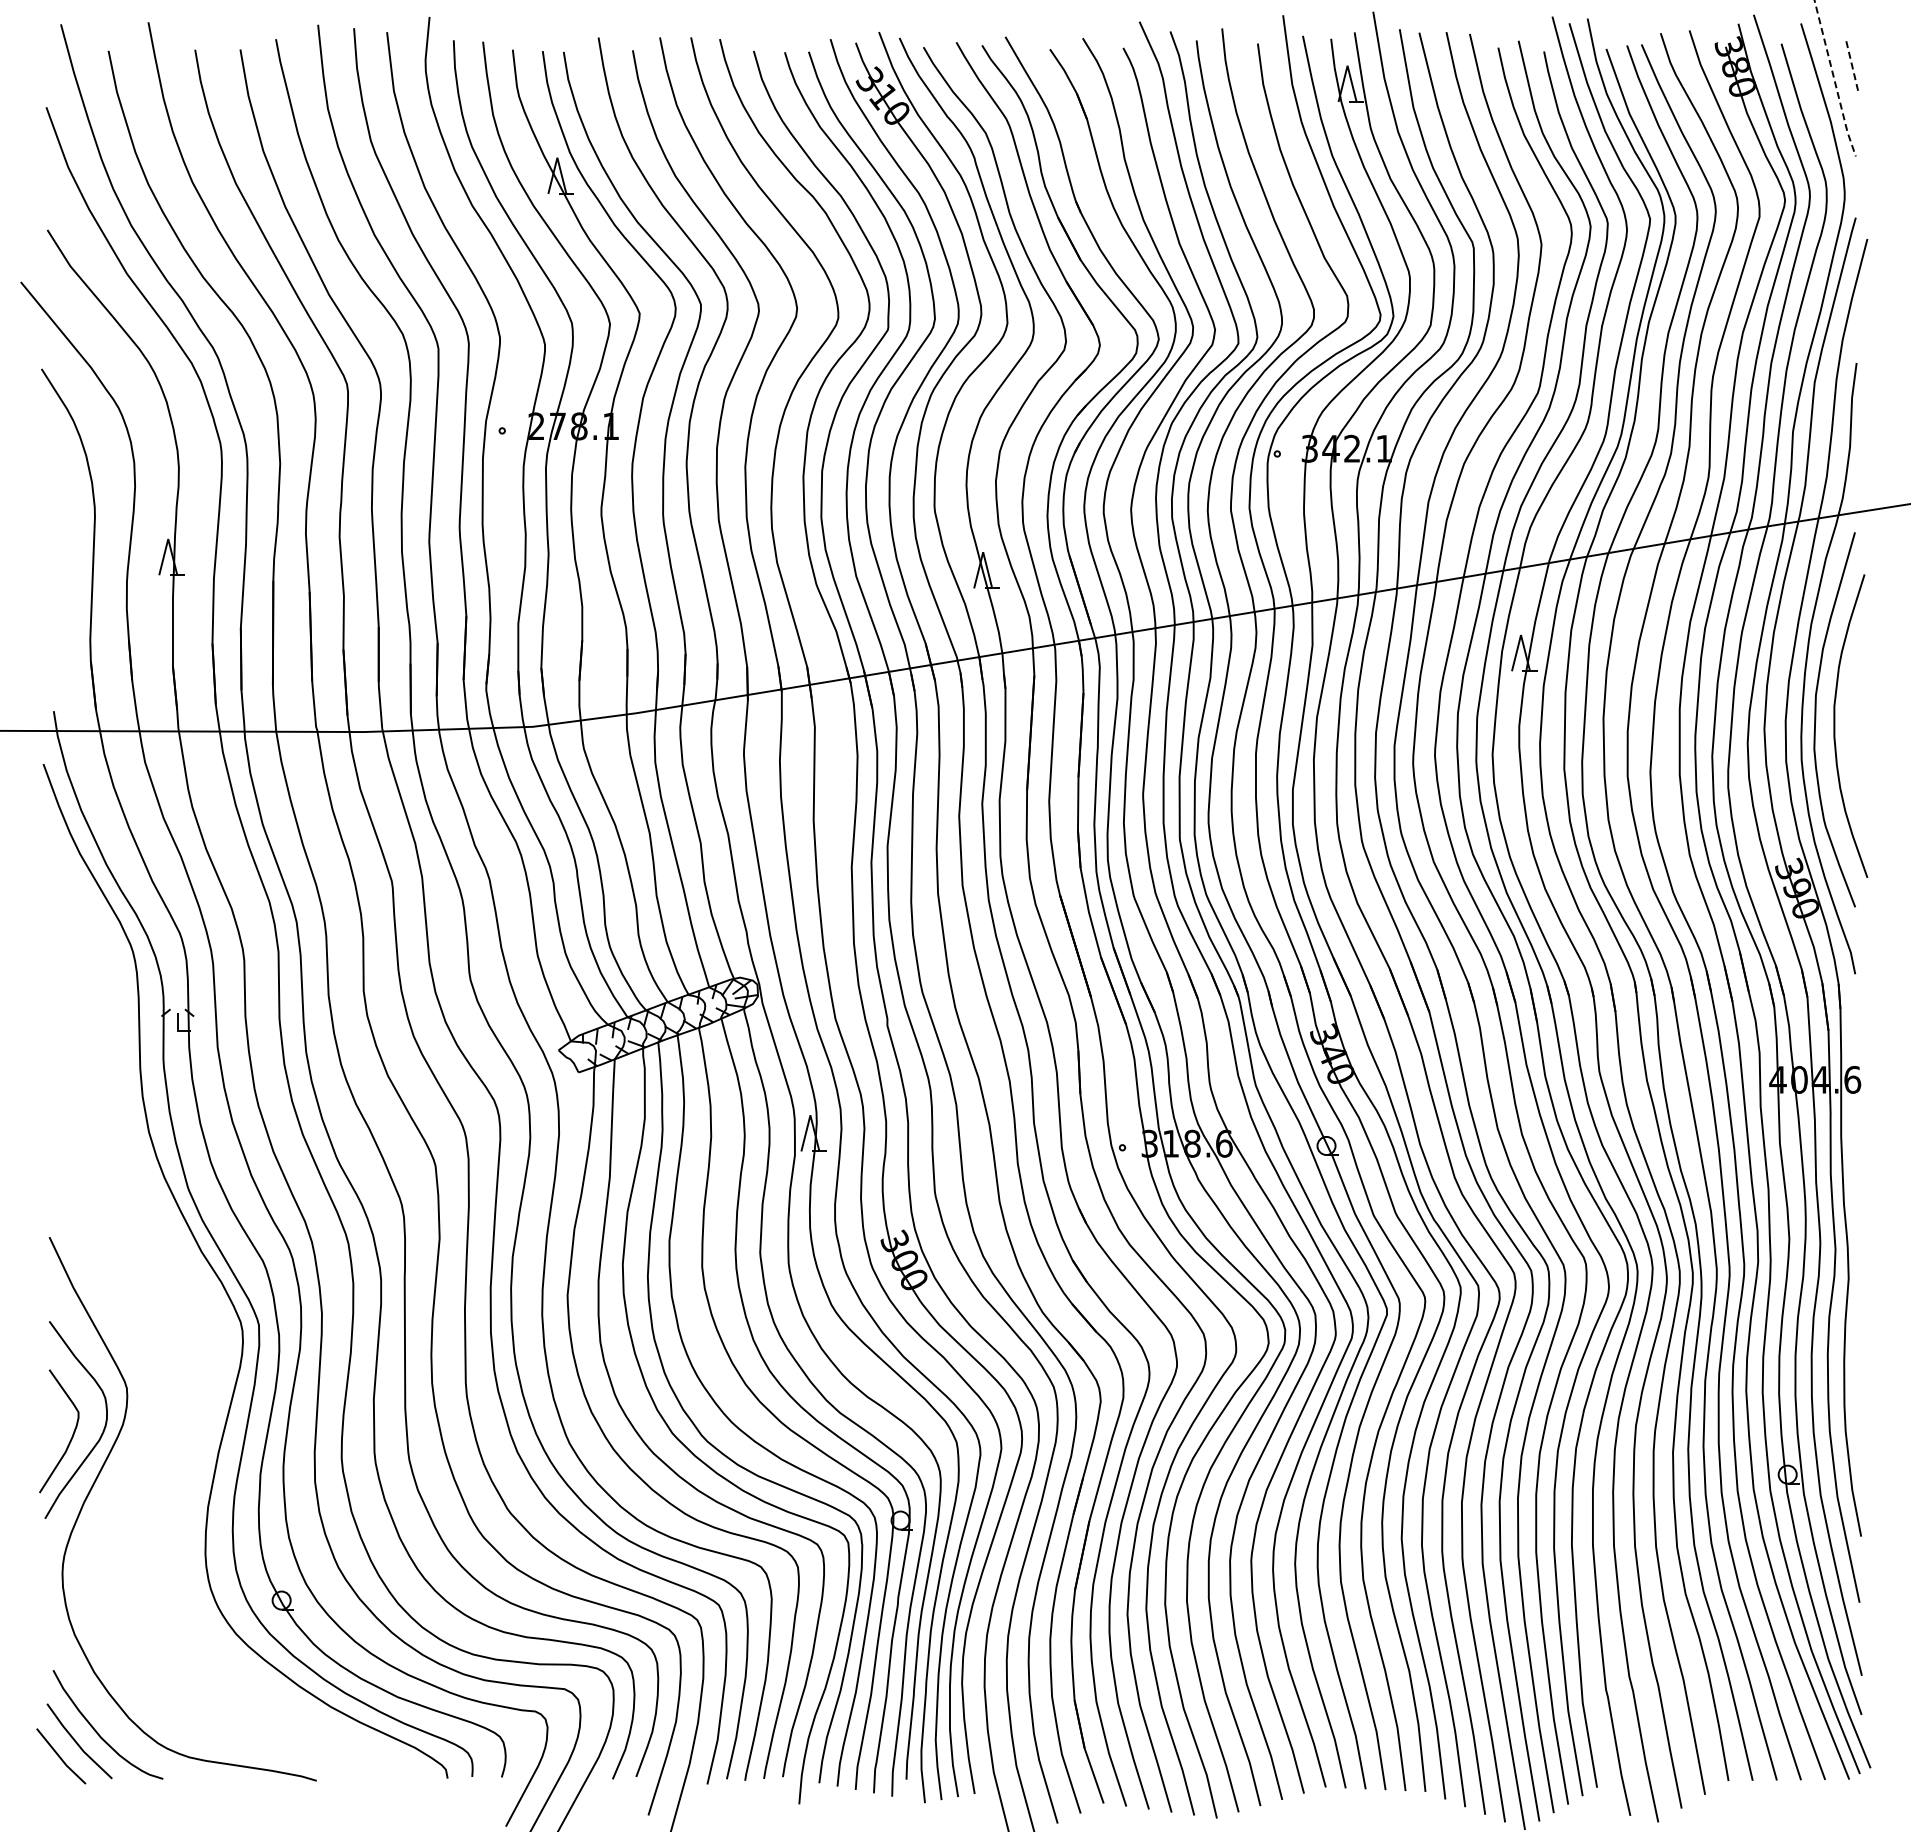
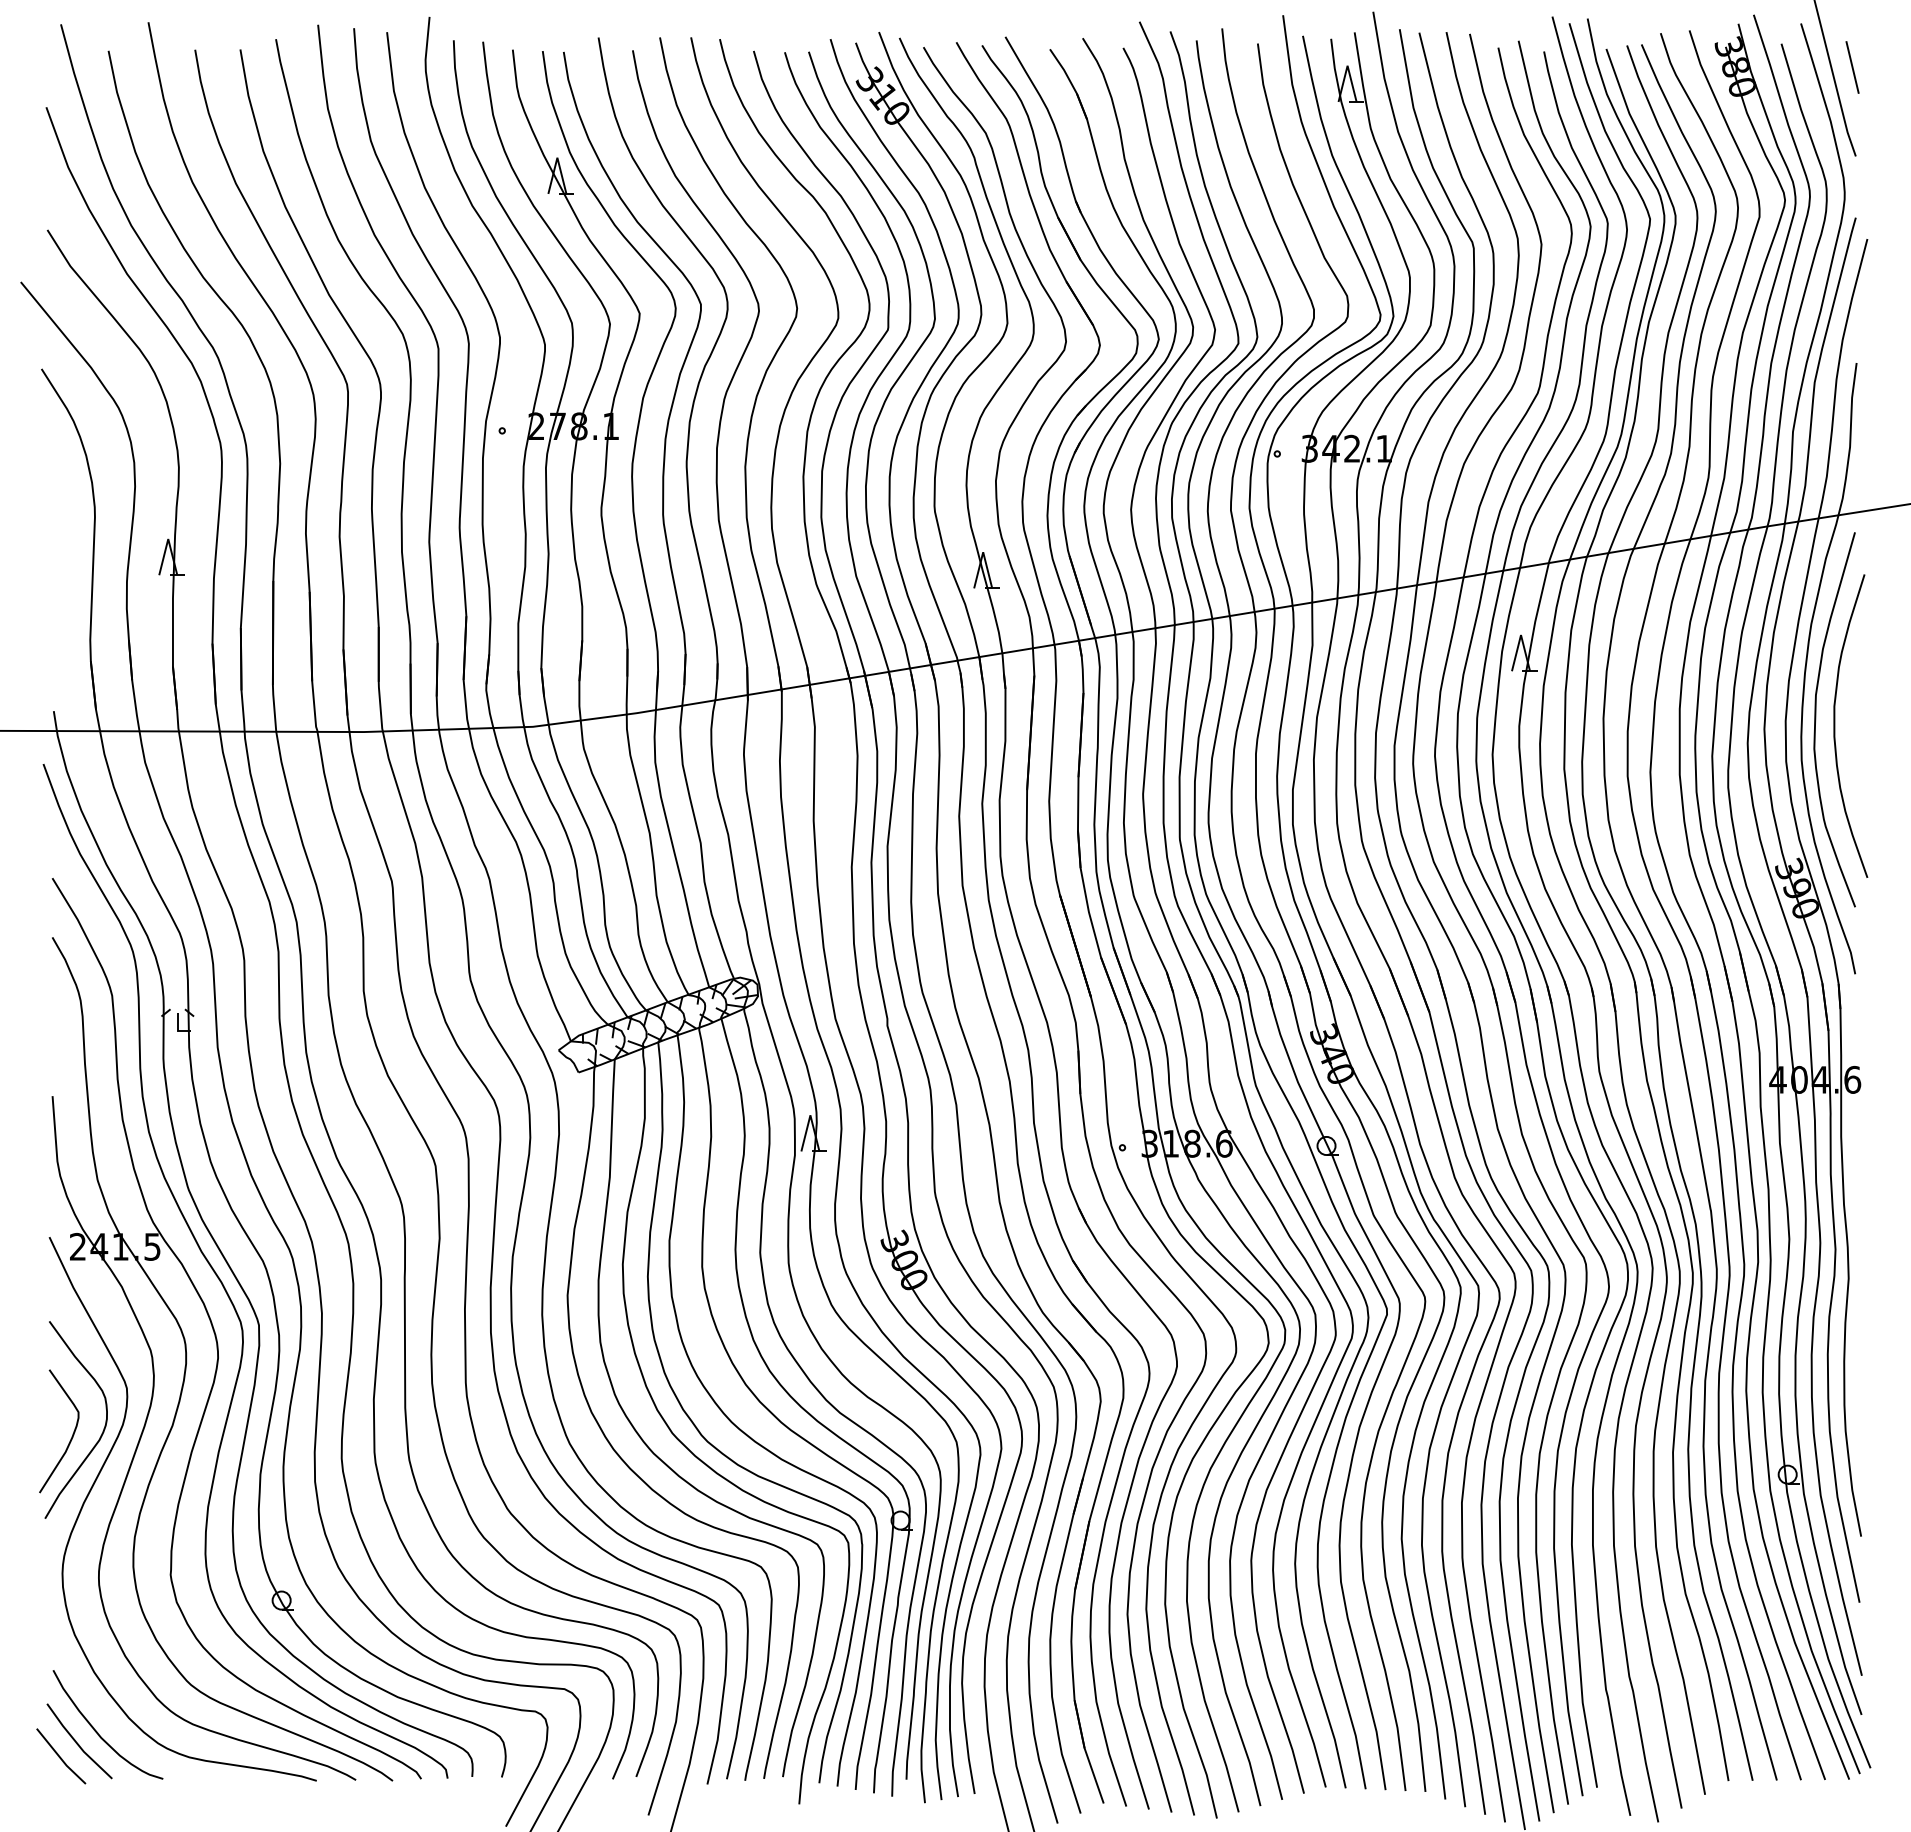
line at (1852, 67): dashed -> solid
line at (1834, 80): dashed -> solid
part at (216, 1334): none -> present
